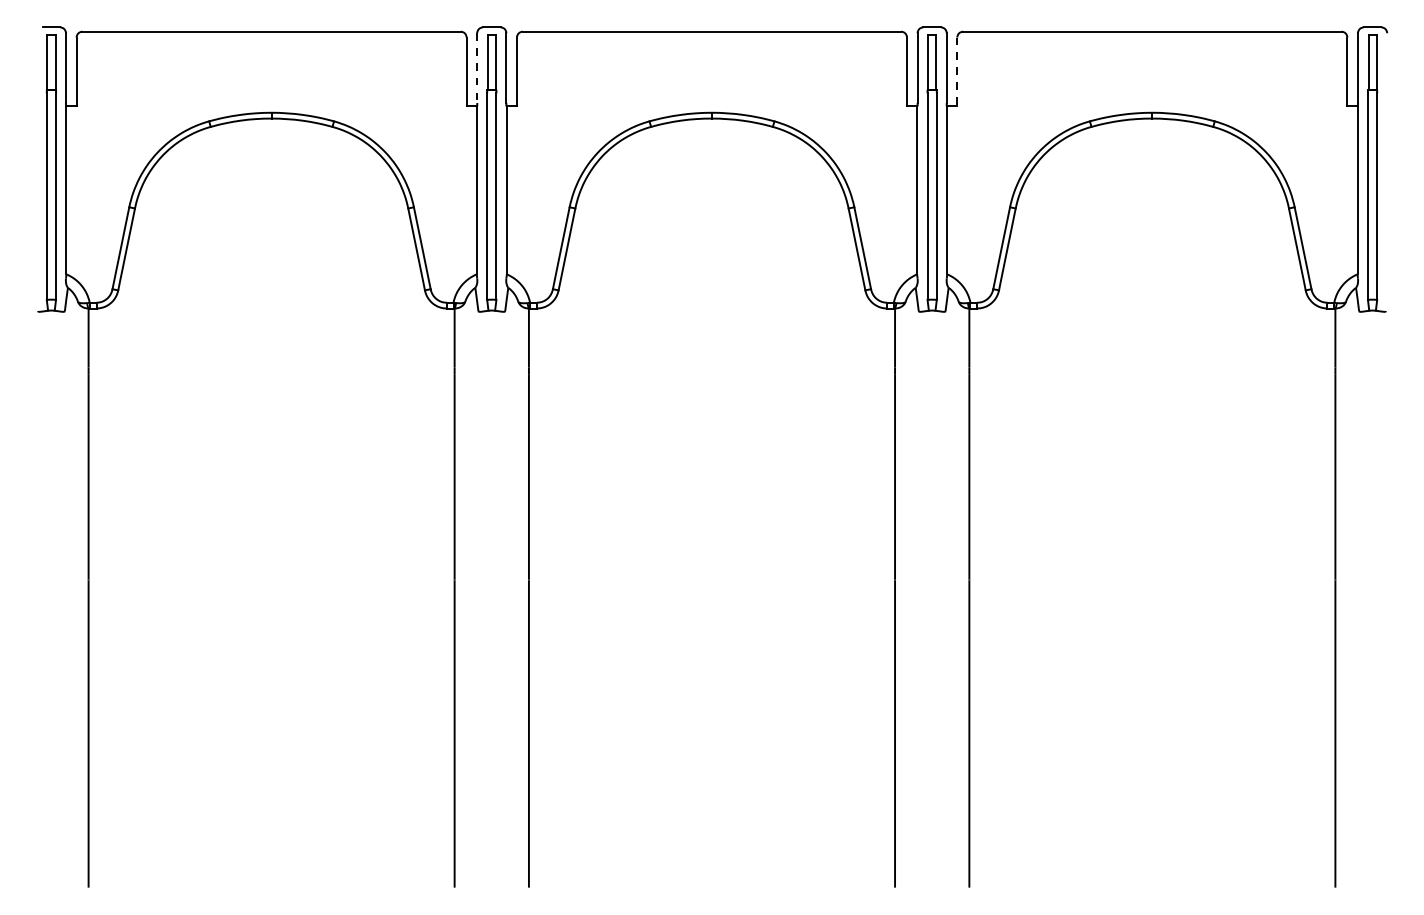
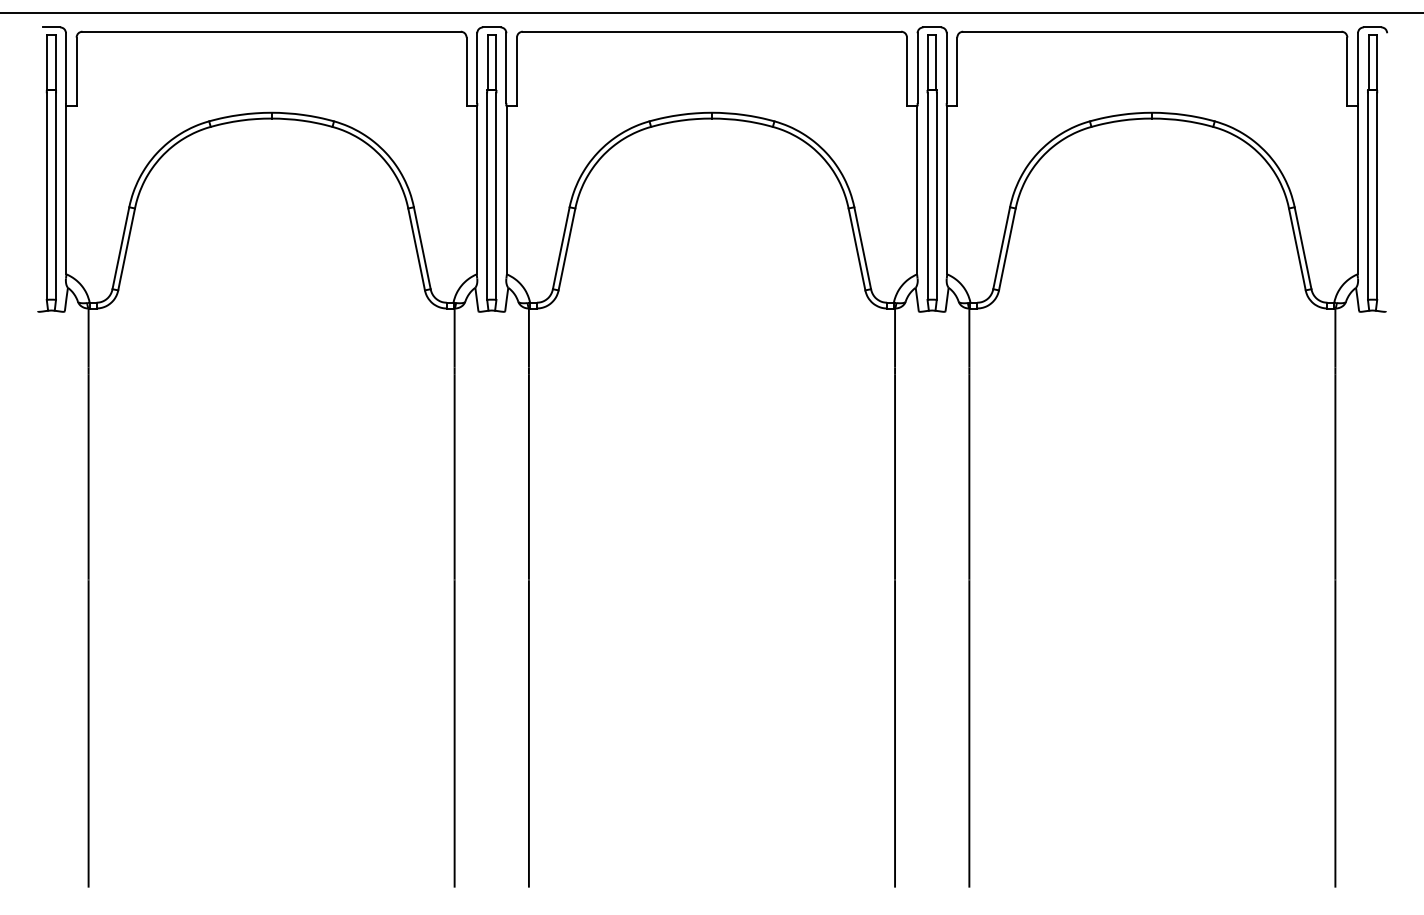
line at (711, 12): none -> present
line at (477, 68): dashed -> solid
line at (957, 72): dashed -> solid
